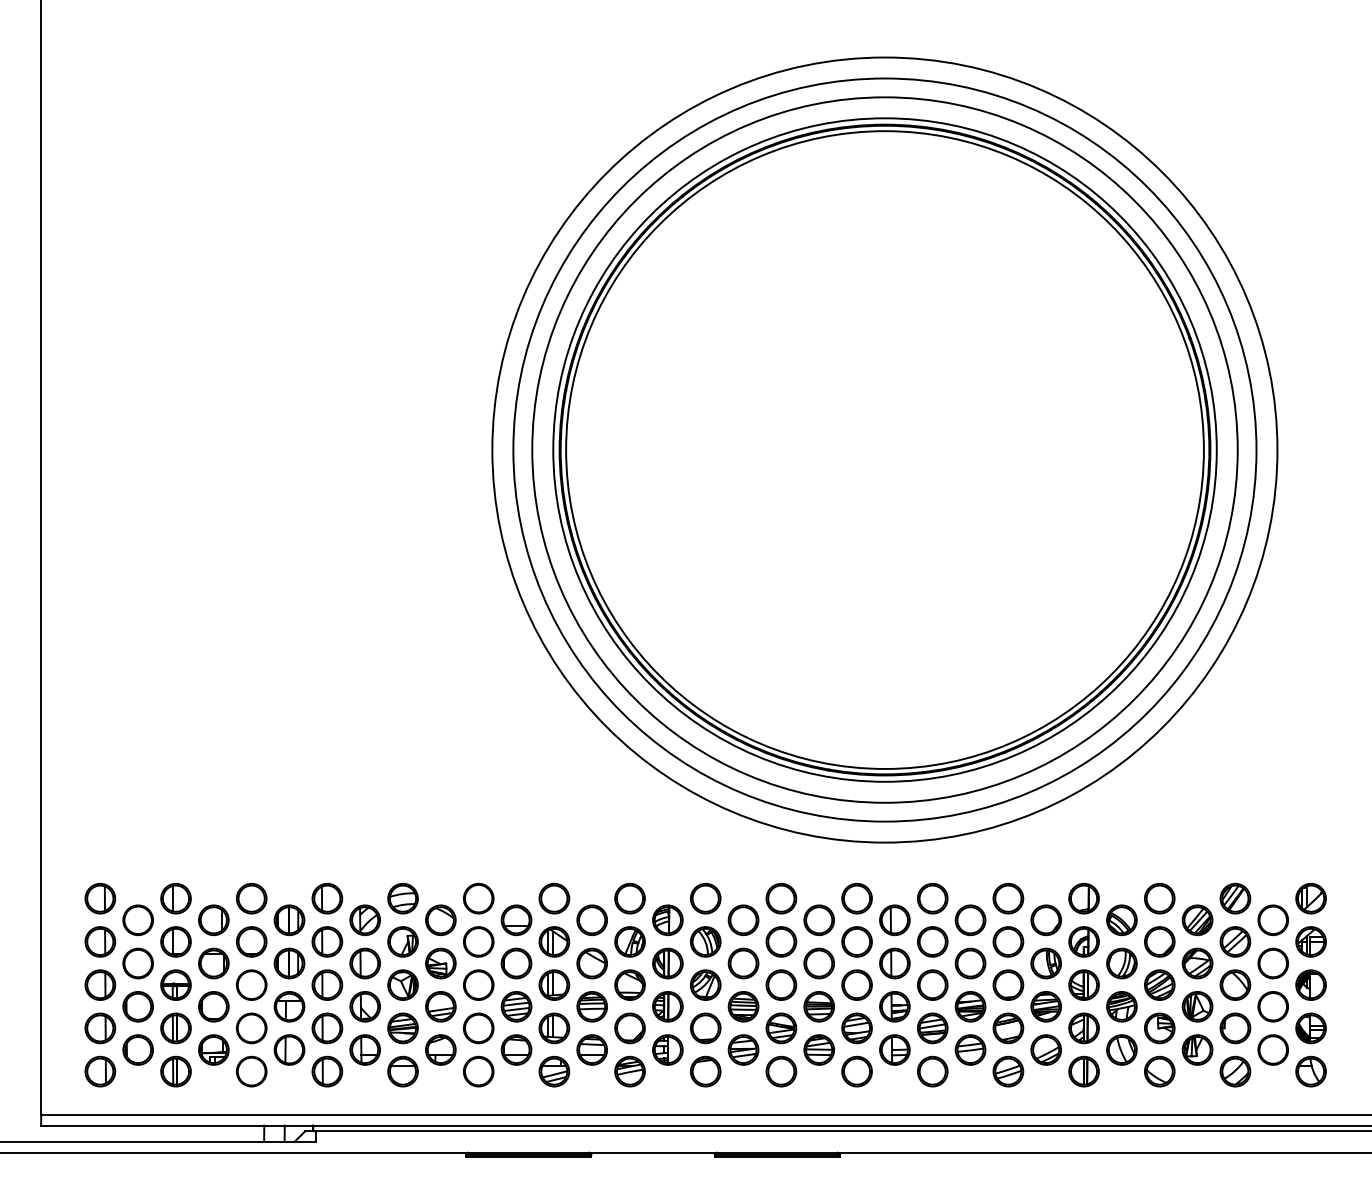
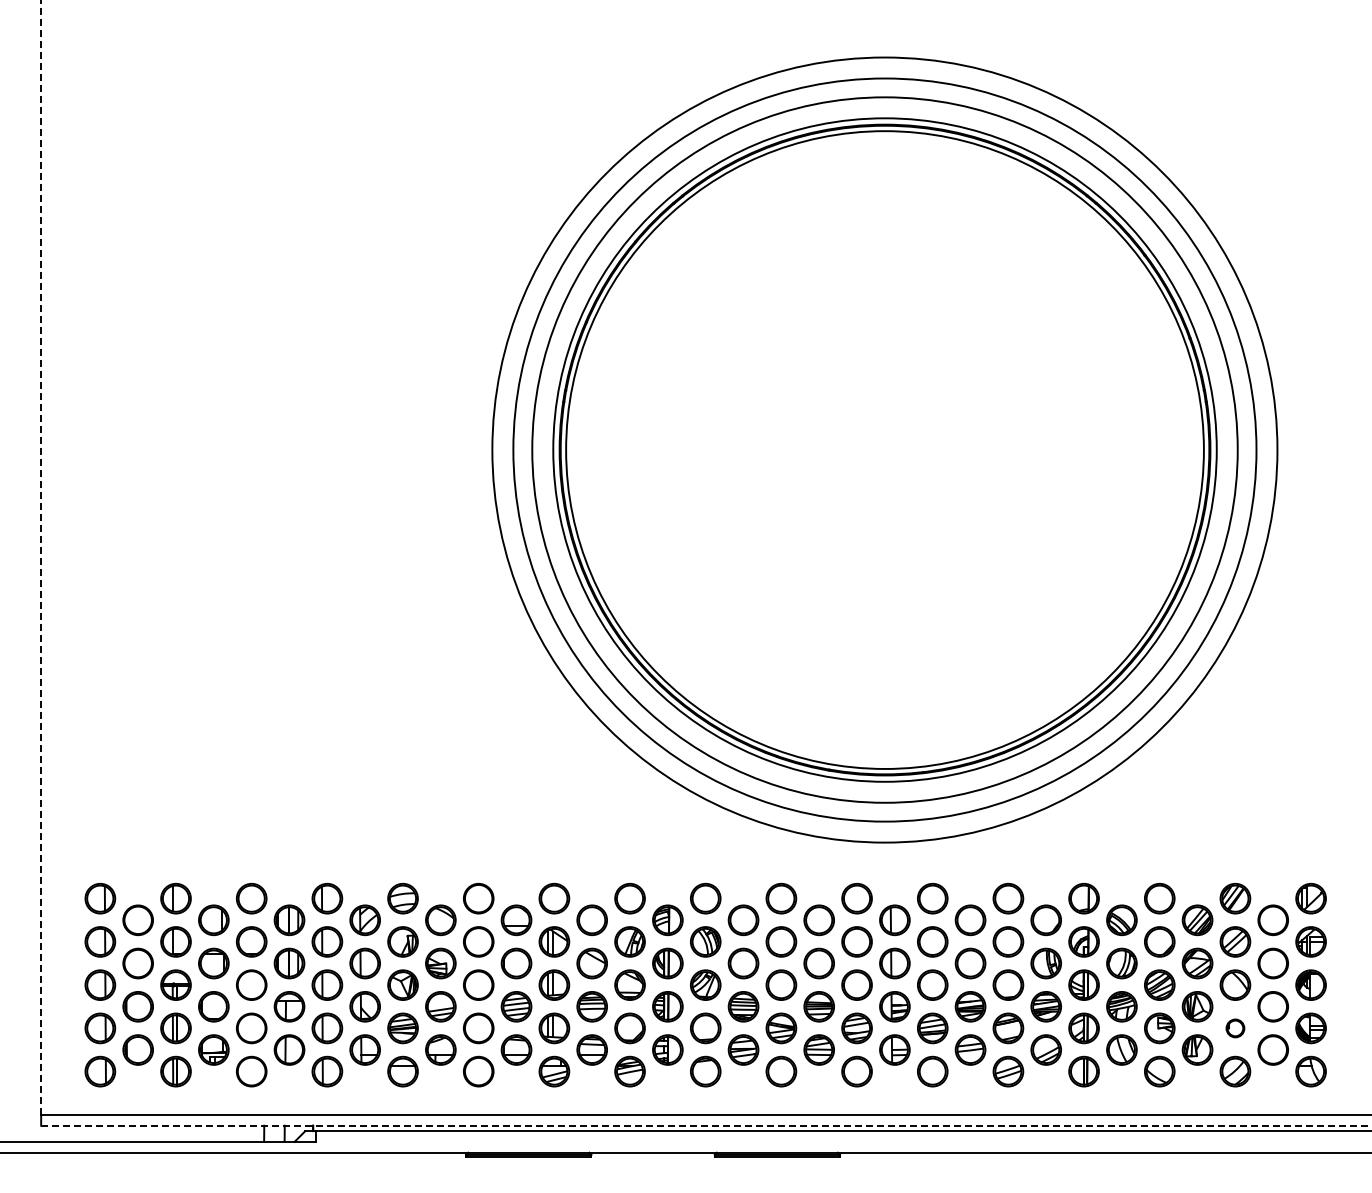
line at (41, 557): solid -> dashed
part at (1235, 1028) size: 33x33 px -> 21x21 px
line at (706, 1125): solid -> dashed
